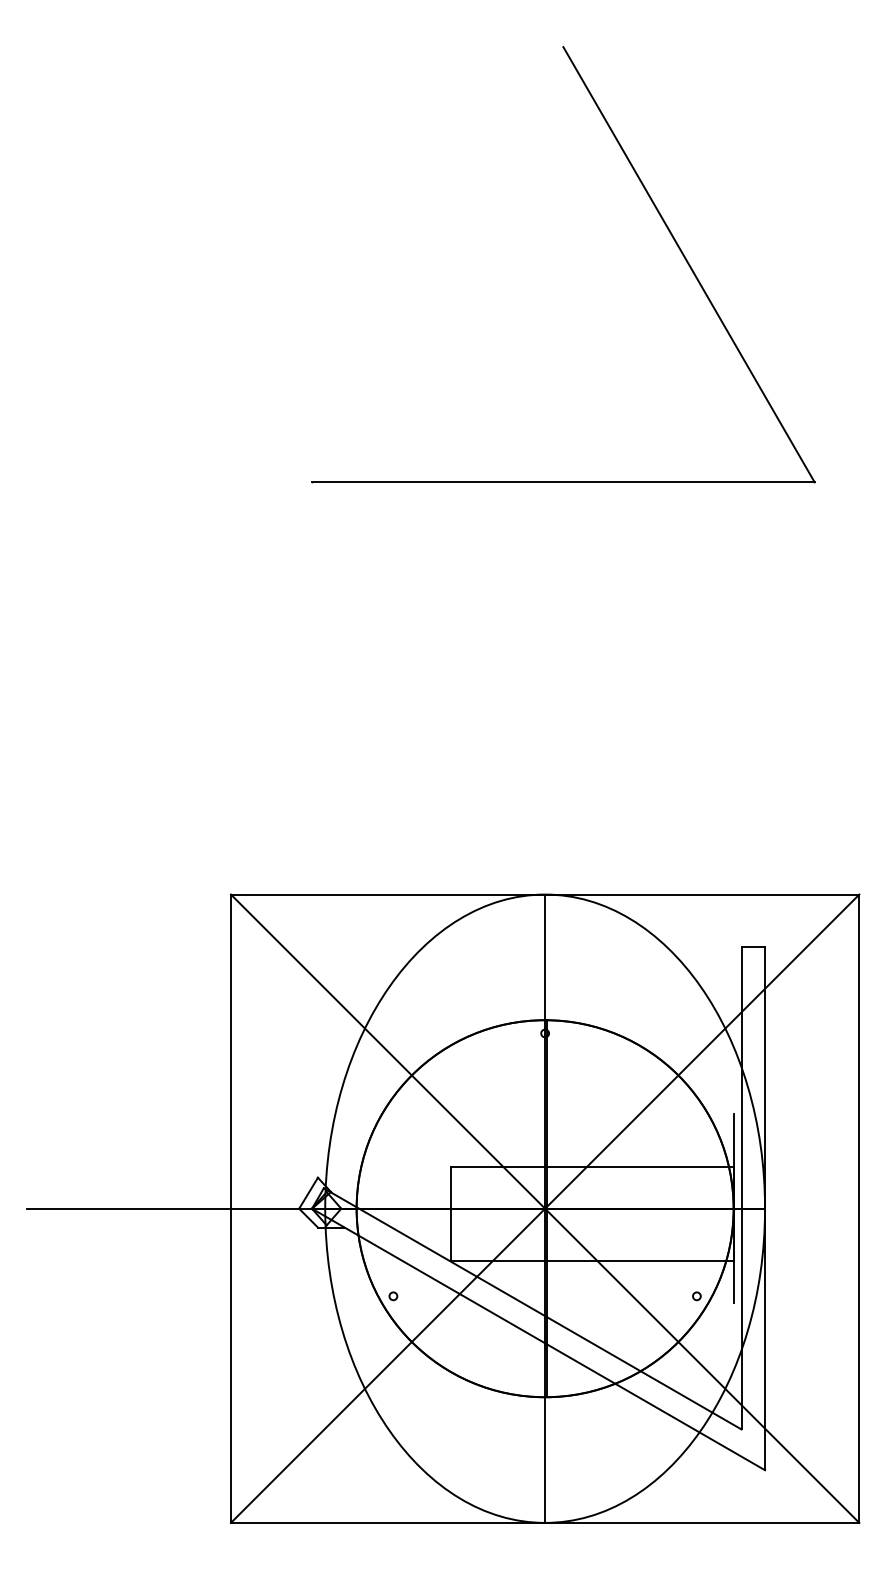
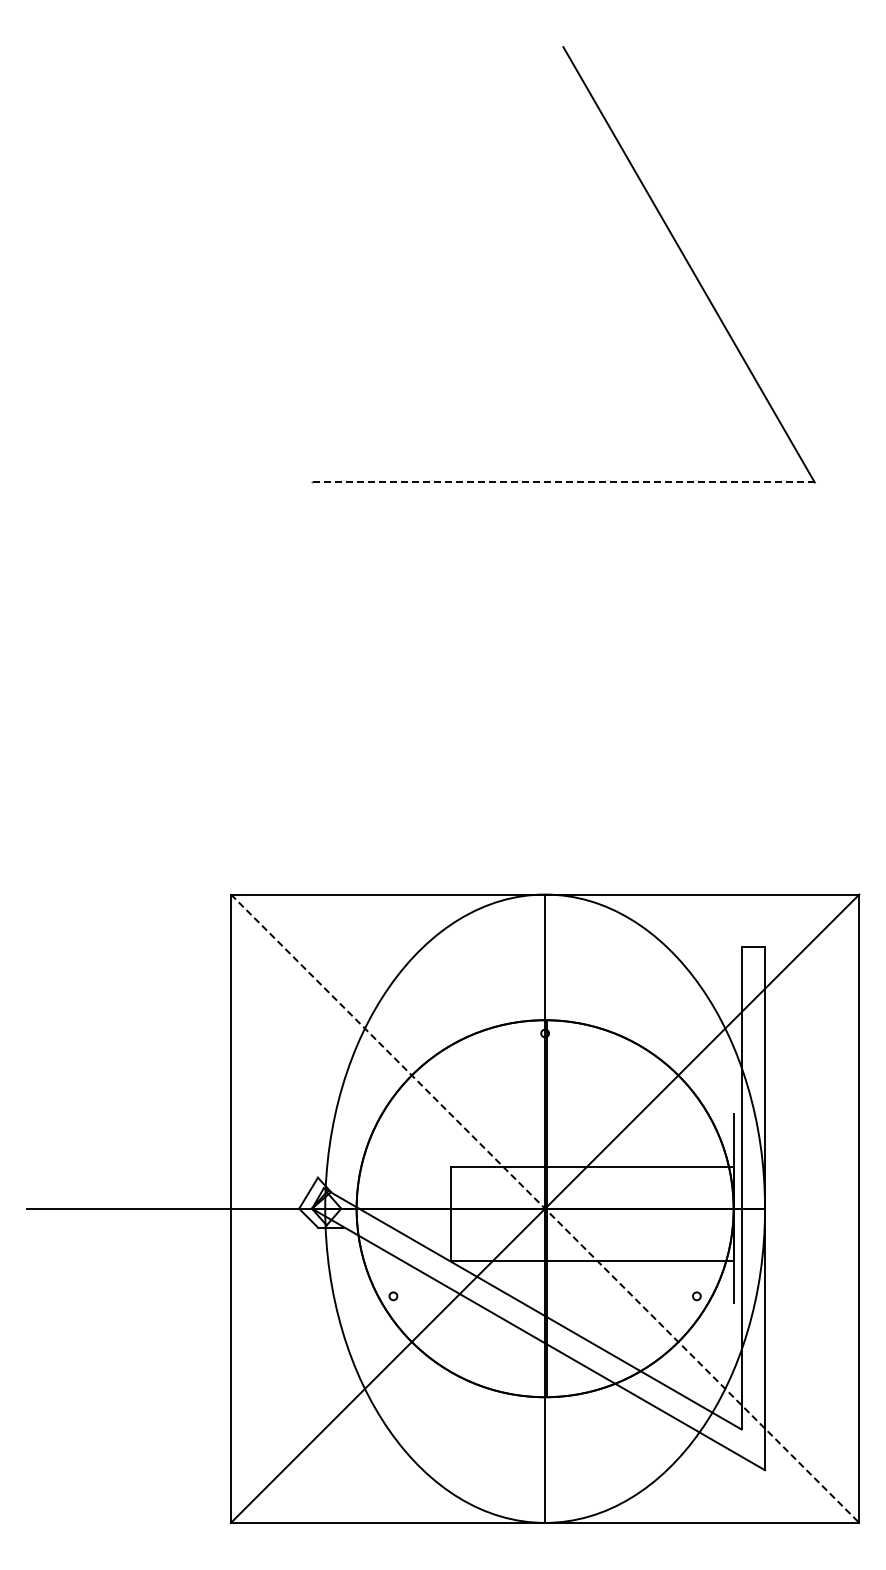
line at (562, 482): solid -> dashed
line at (545, 1209): solid -> dashed
